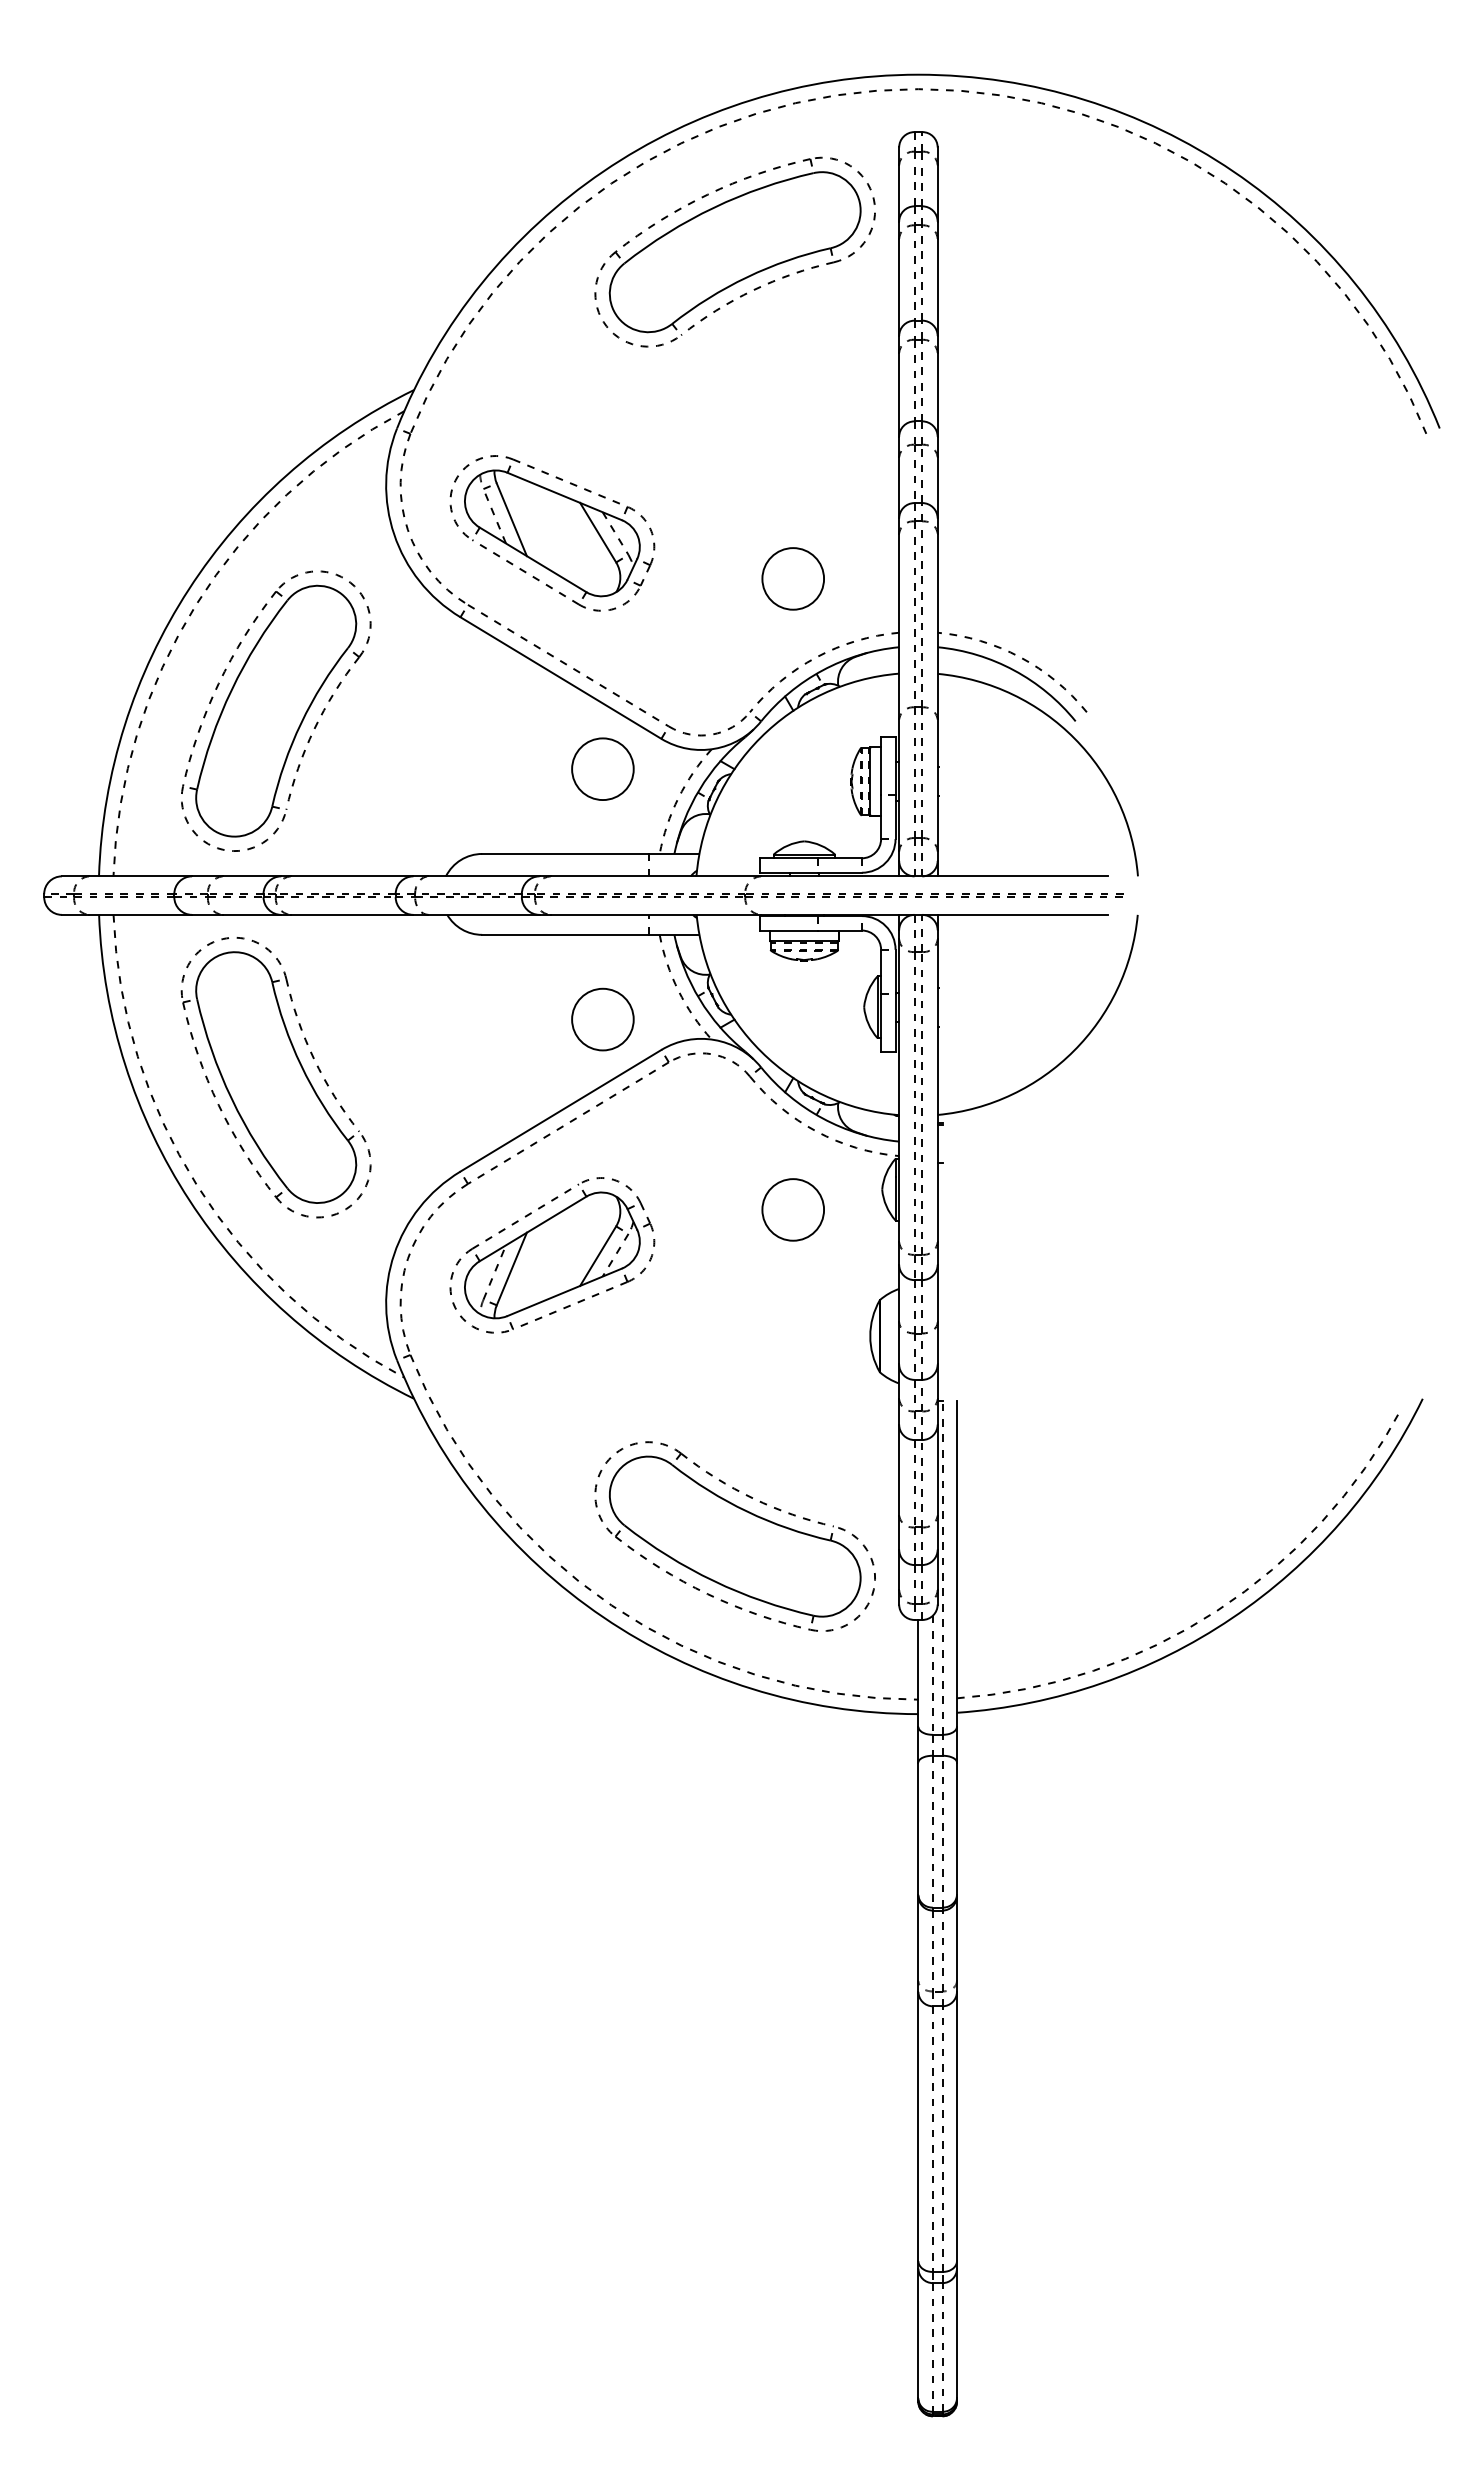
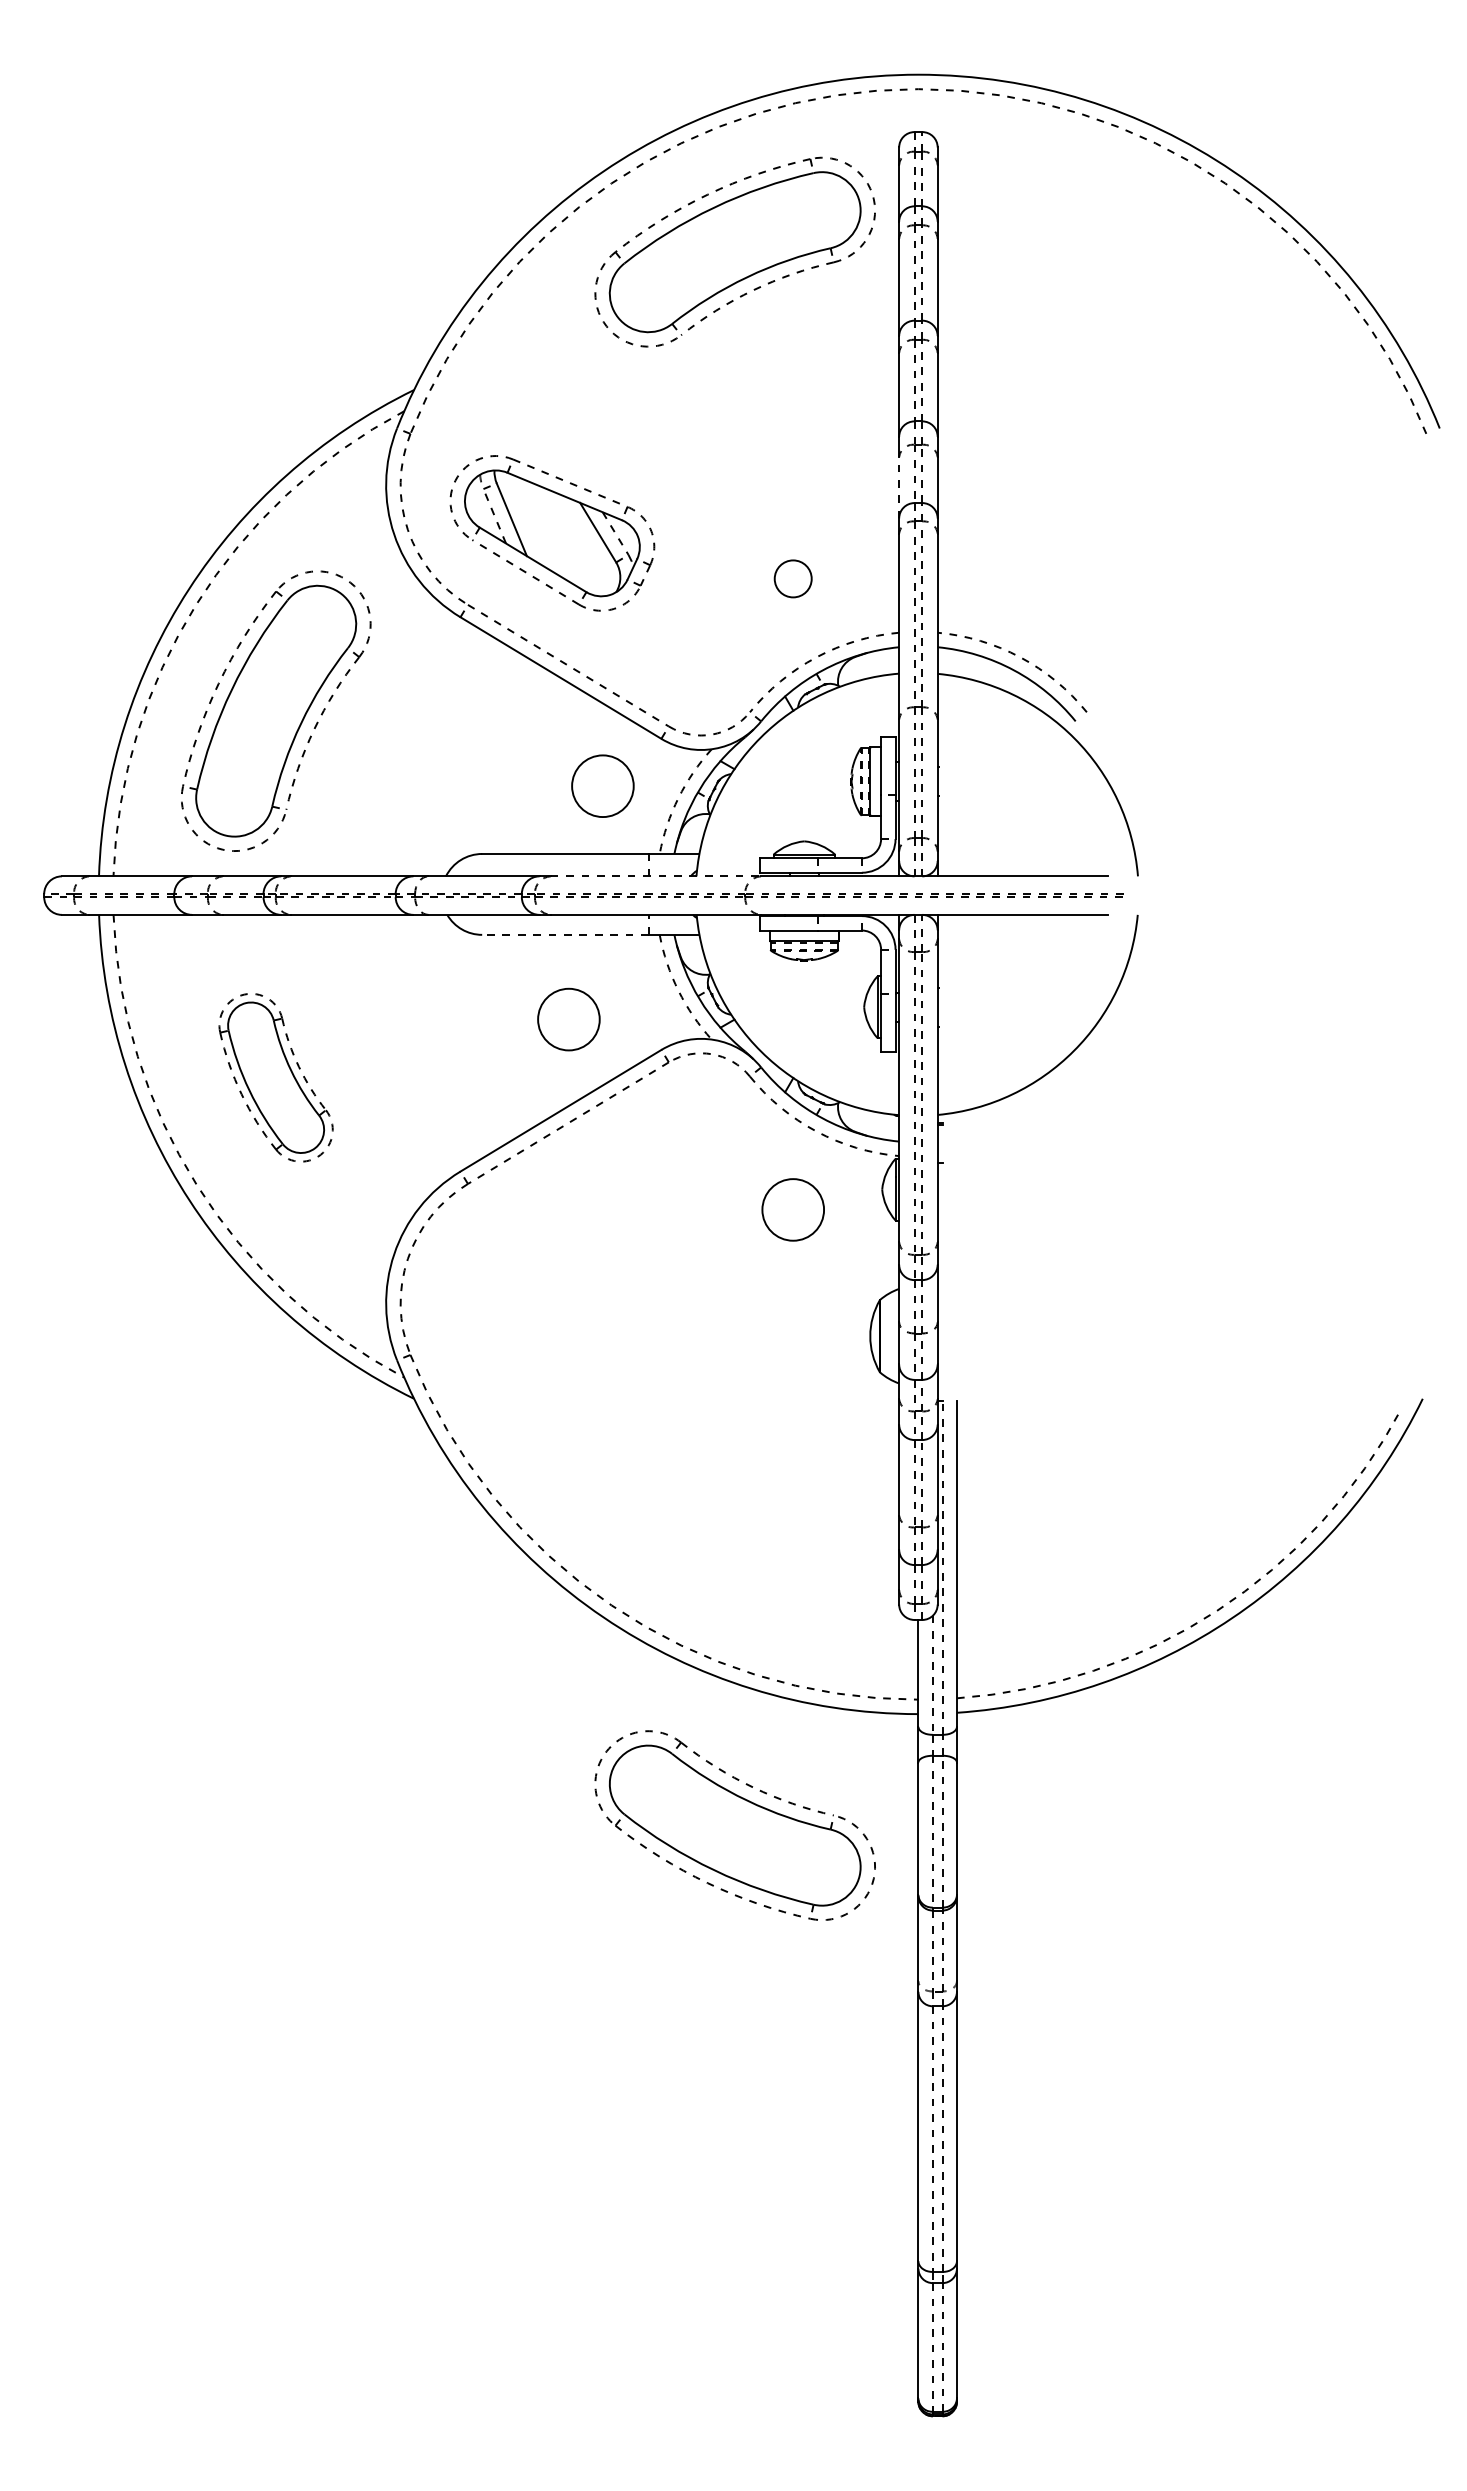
line at (899, 487): solid -> dashed
circle at (793, 578) diameter: 62 px -> 37 px
circle at (602, 768) position: (602, 768) -> (602, 785)
line at (656, 876): solid -> dashed
line at (564, 934): solid -> dashed
circle at (602, 1019) position: (602, 1019) -> (568, 1019)
part at (275, 1077) size: 192x282 px -> 116x170 px
part at (552, 1255): present -> none
part at (734, 1536) position: (734, 1536) -> (734, 1825)
